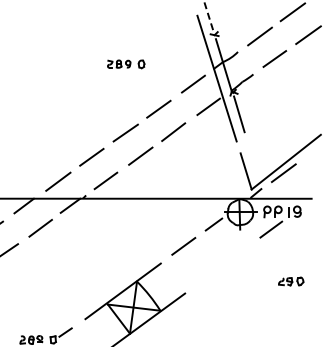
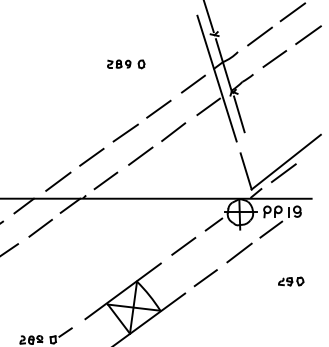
line at (208, 16): dashed -> solid
line at (239, 252): none -> present
line at (205, 278): none -> present
